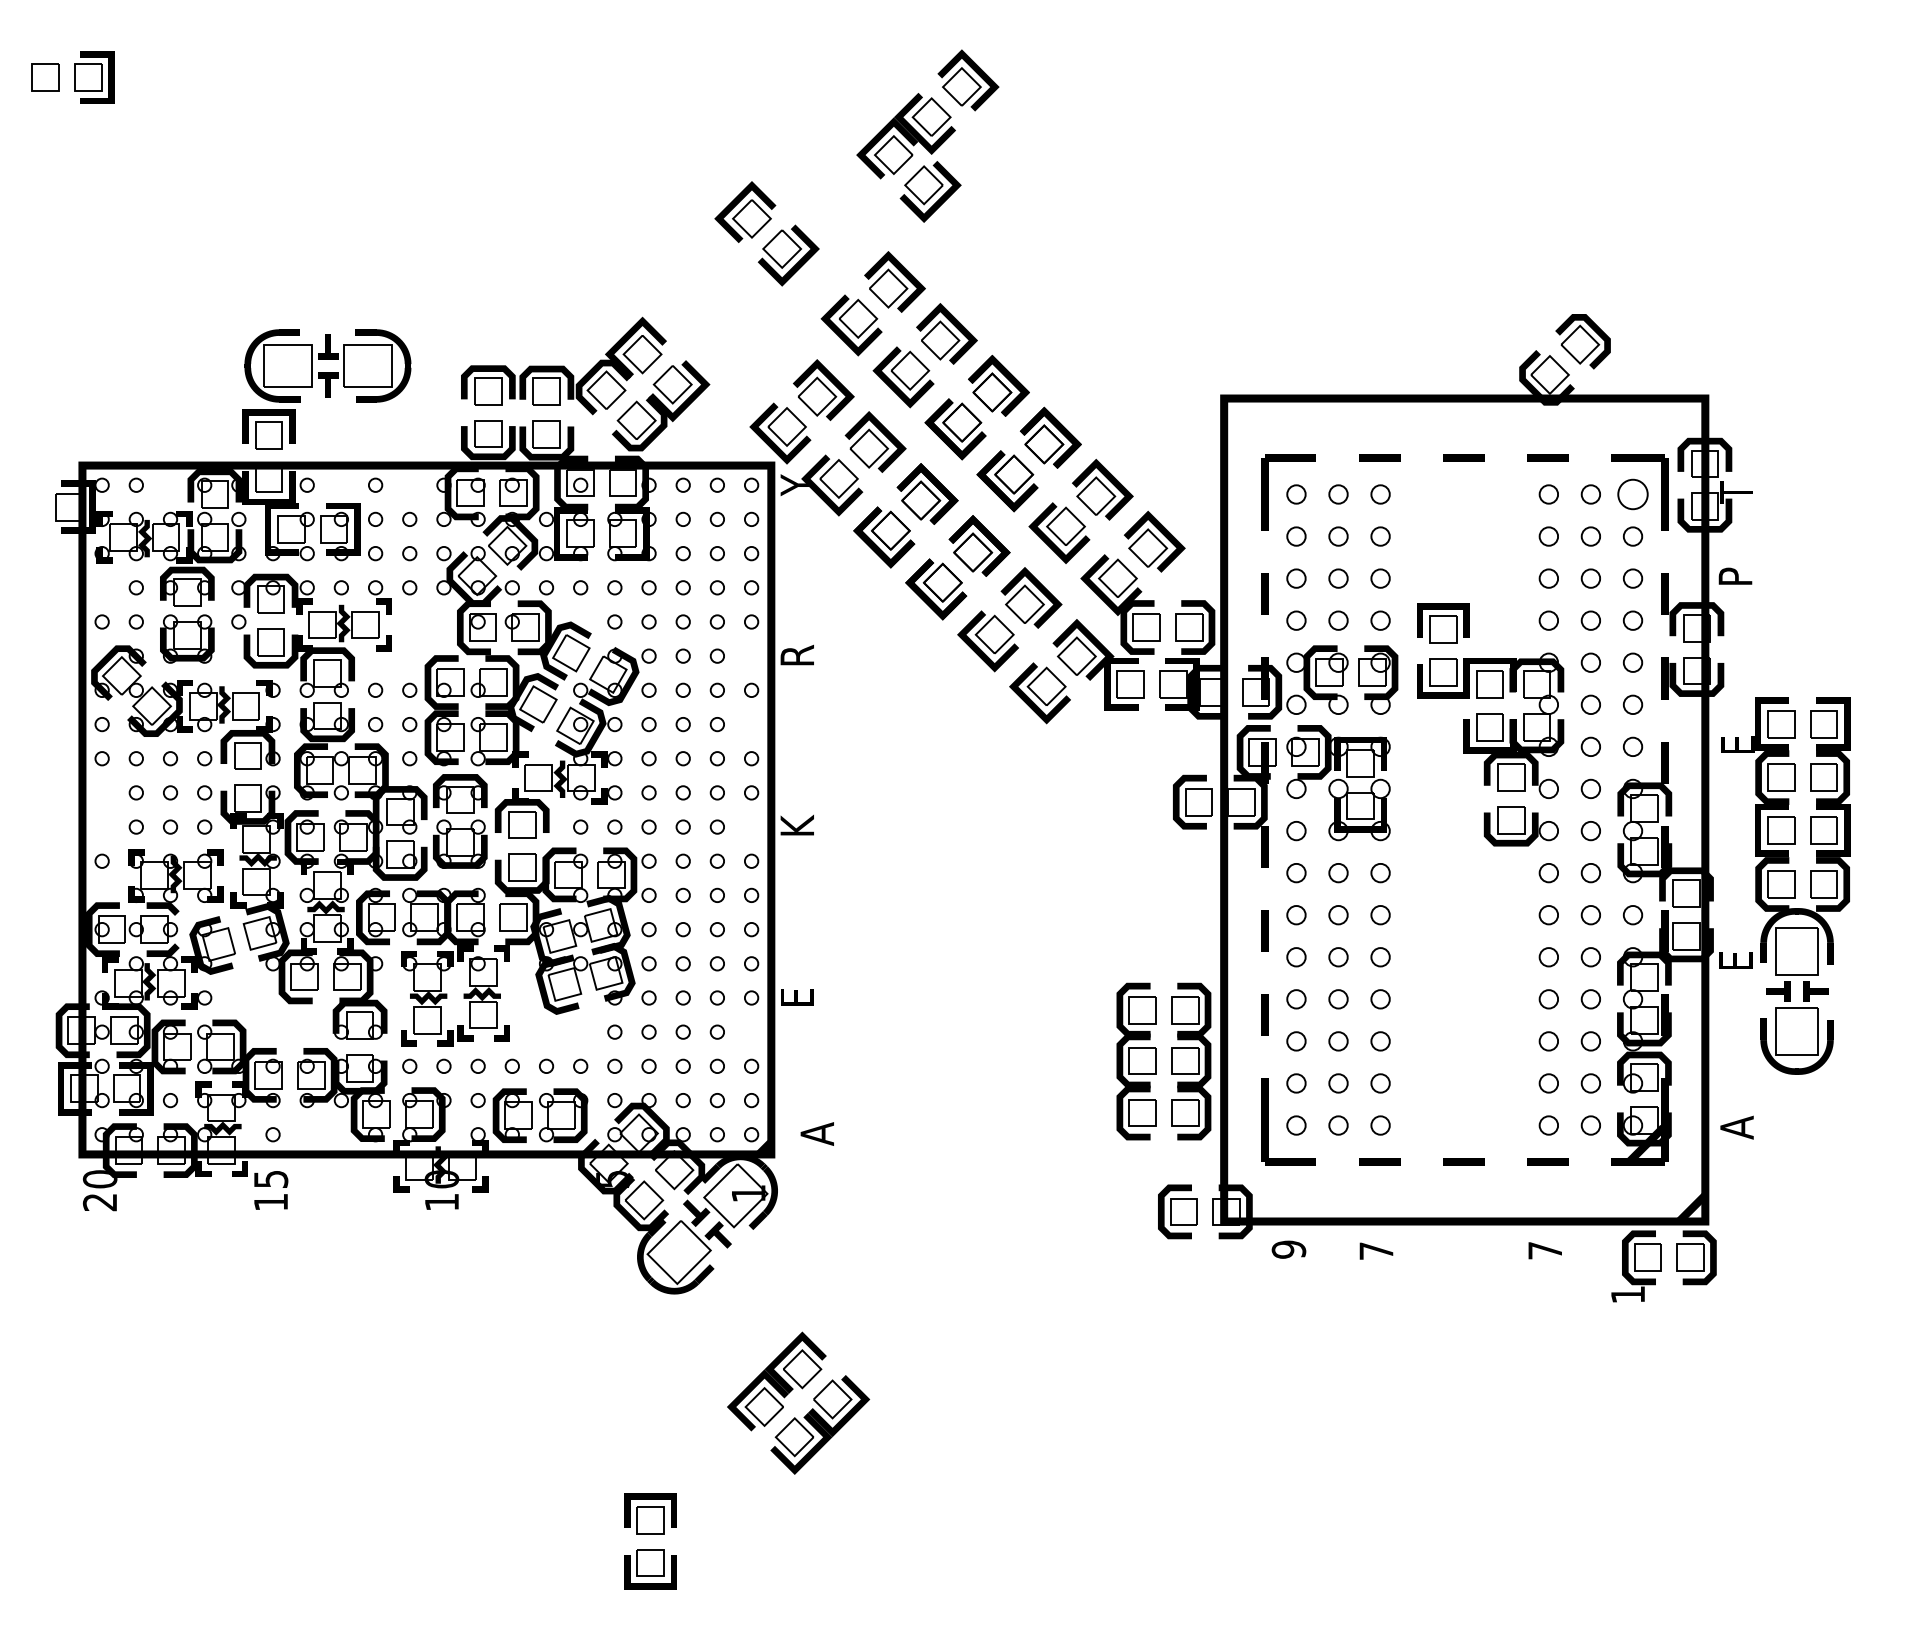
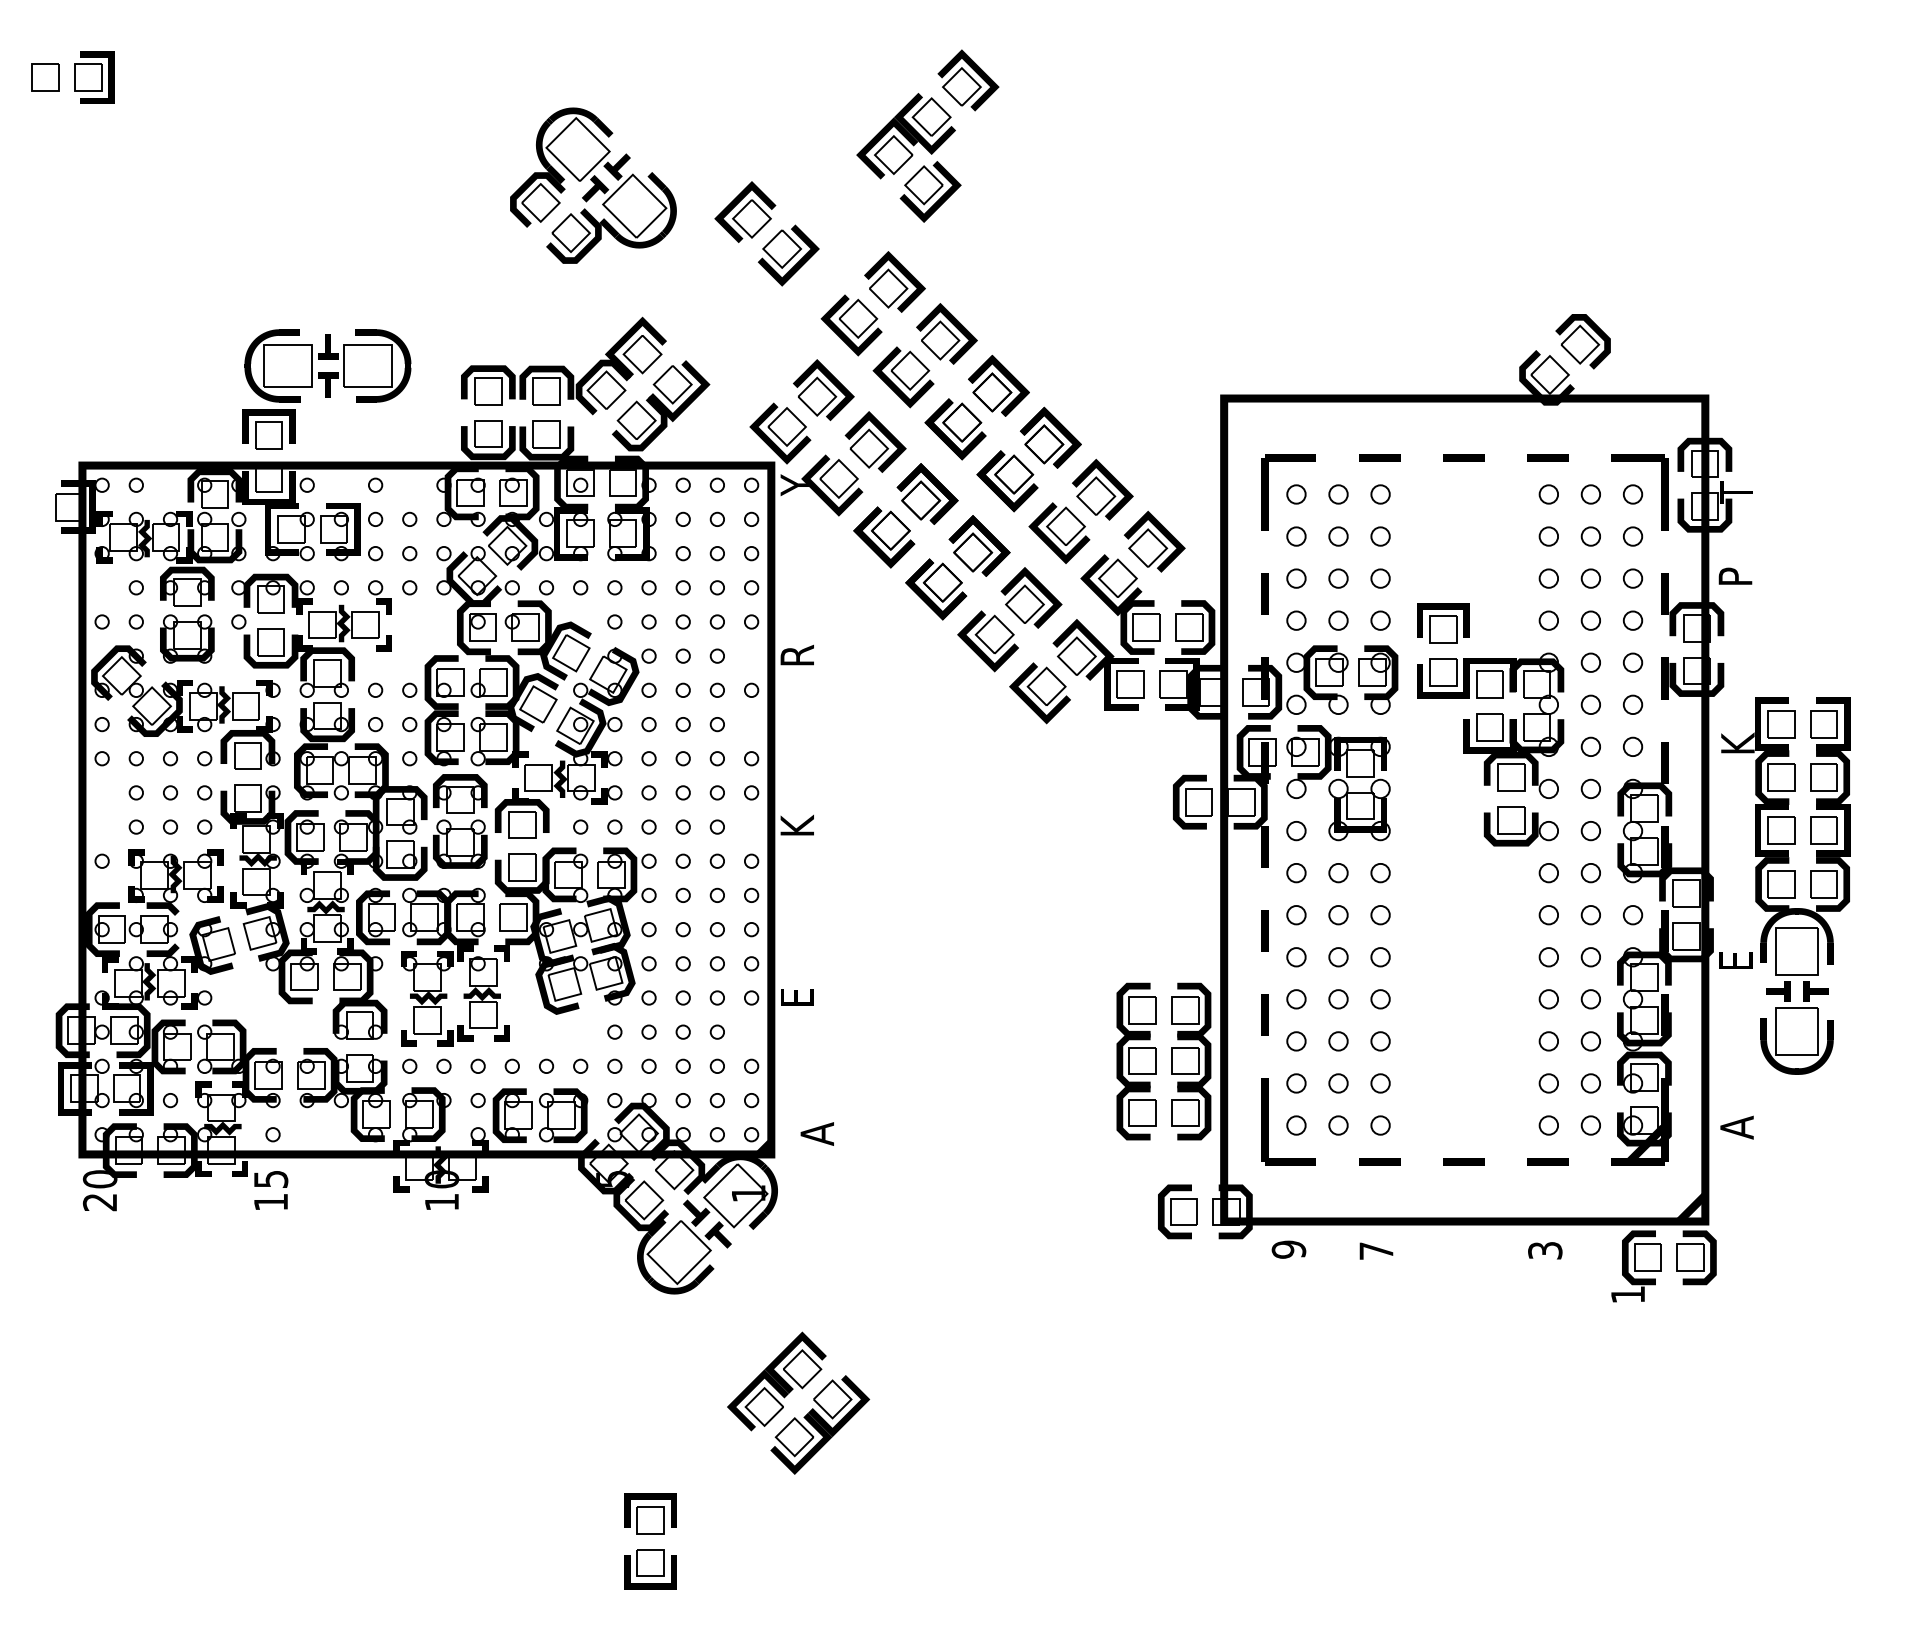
part at (593, 185): none -> present
circle at (1632, 494) diameter: 29 px -> 18 px
text at (1737, 742): E -> K
text at (1545, 1250): 7 -> 3
